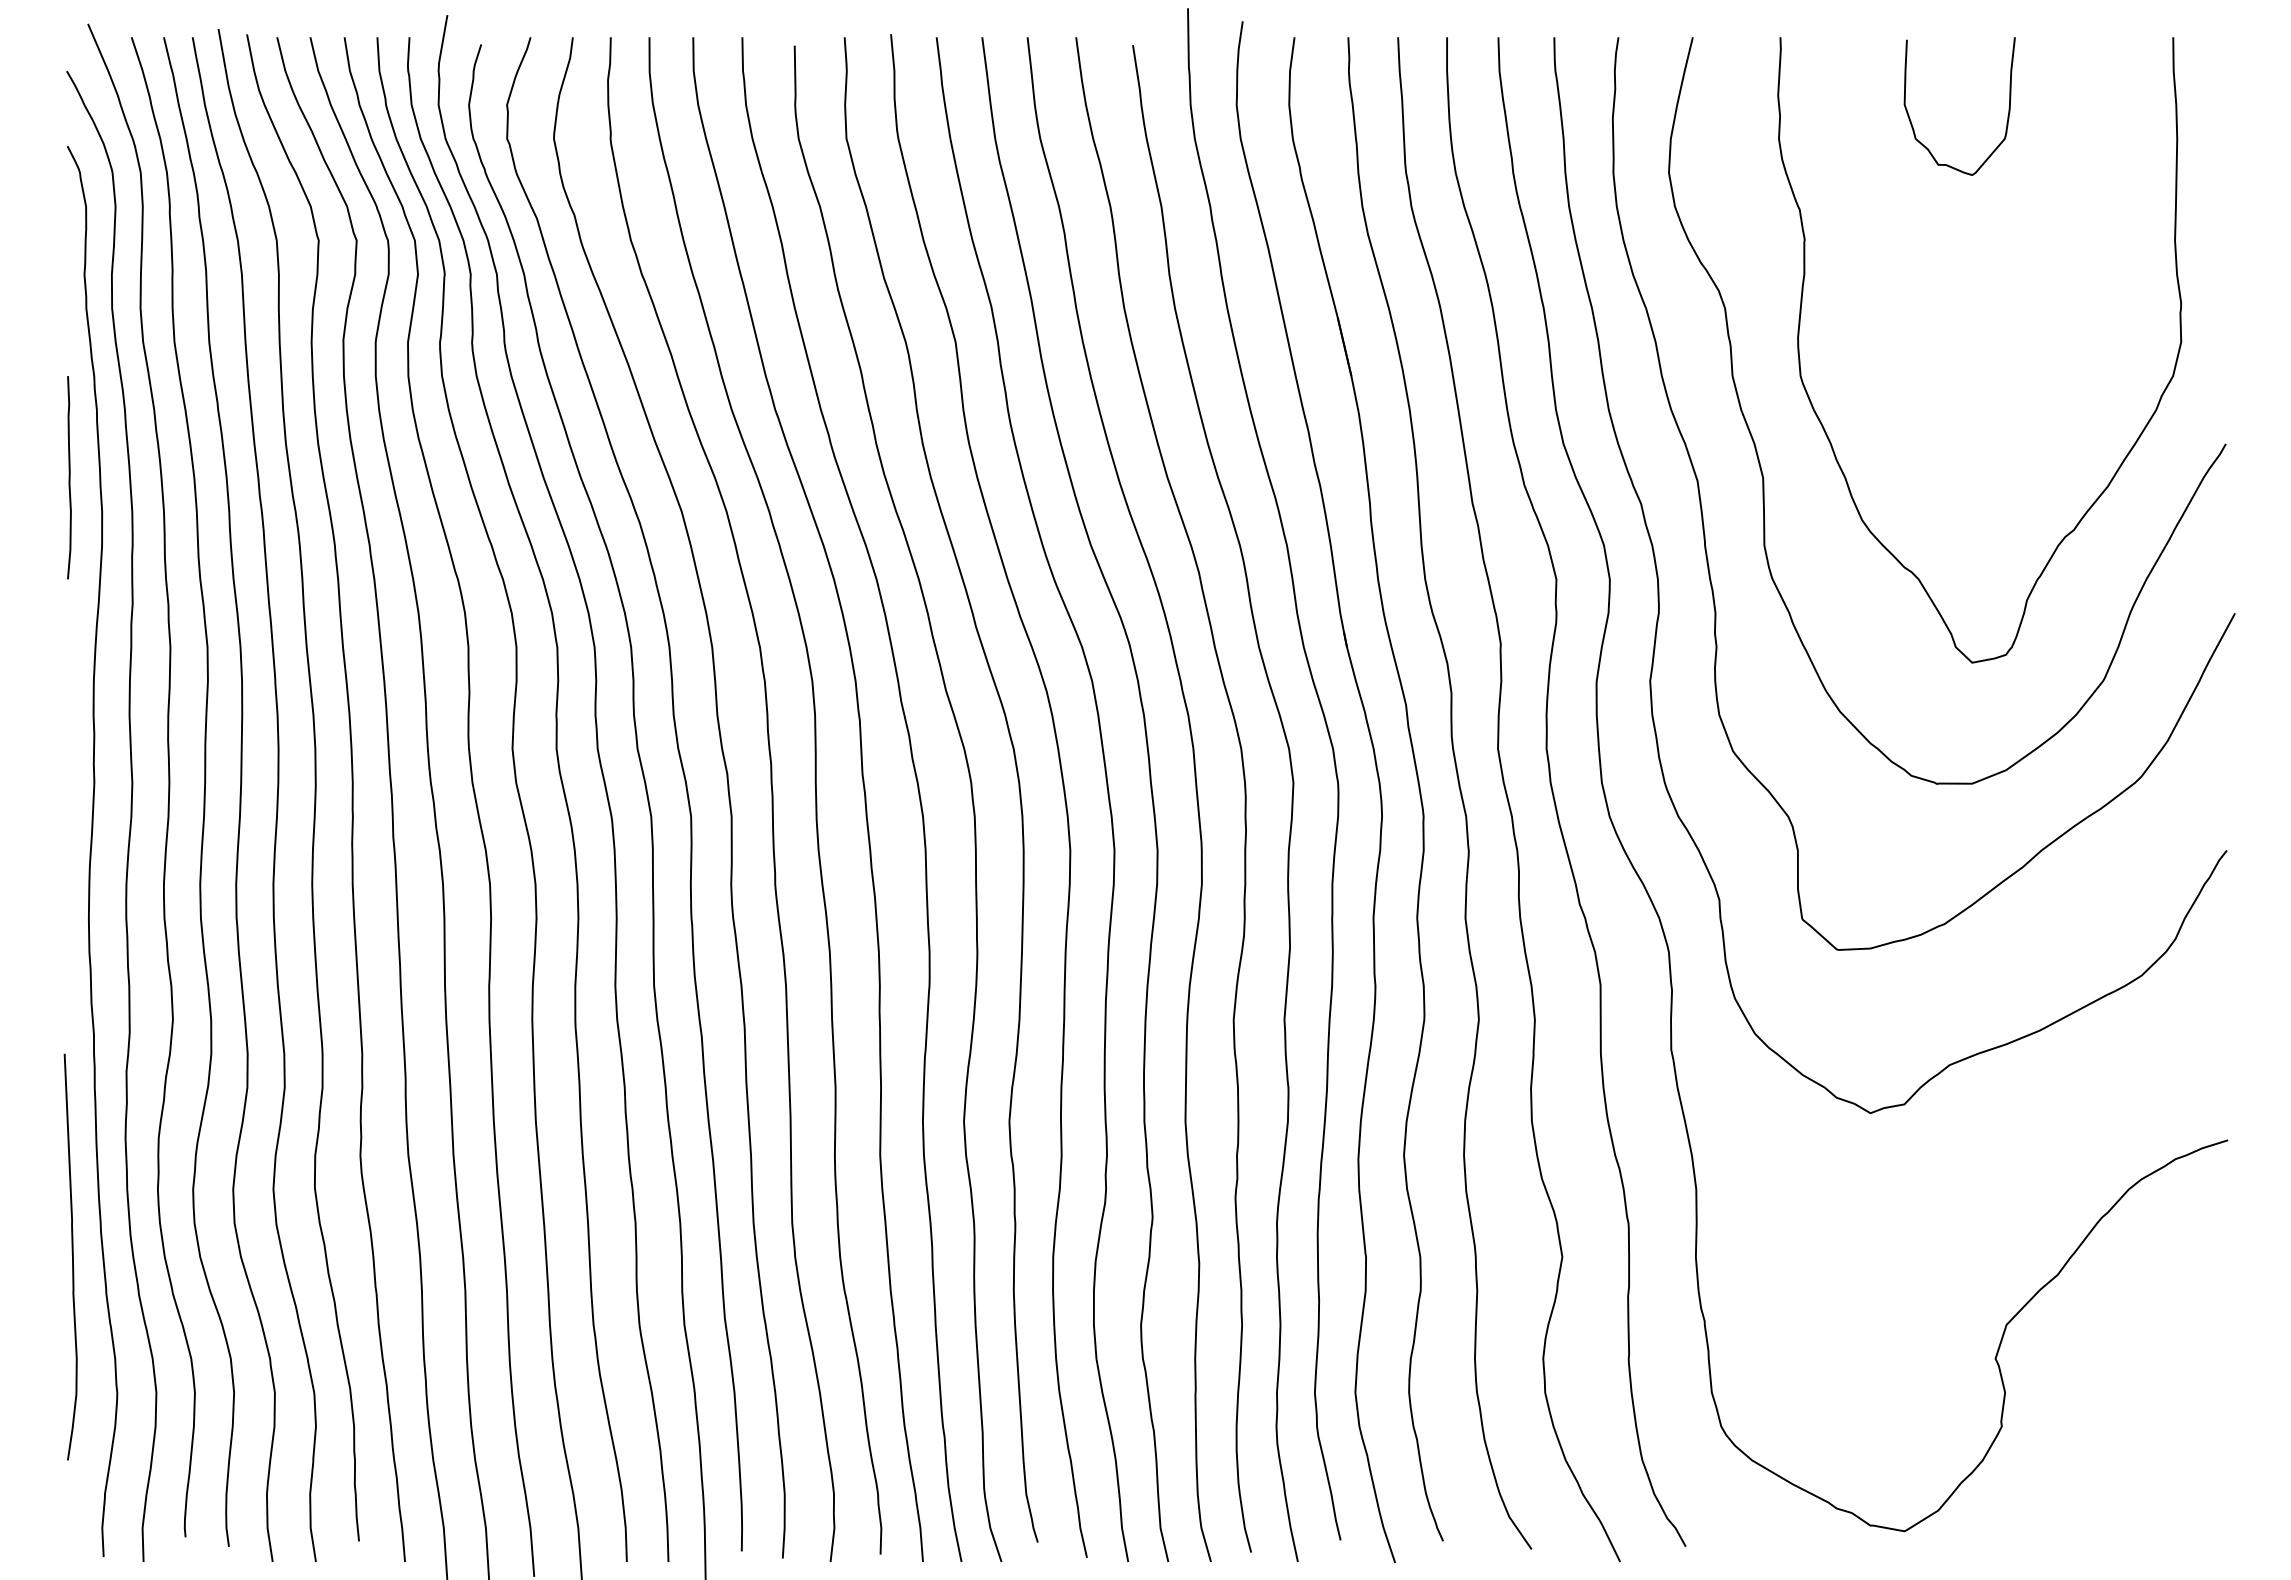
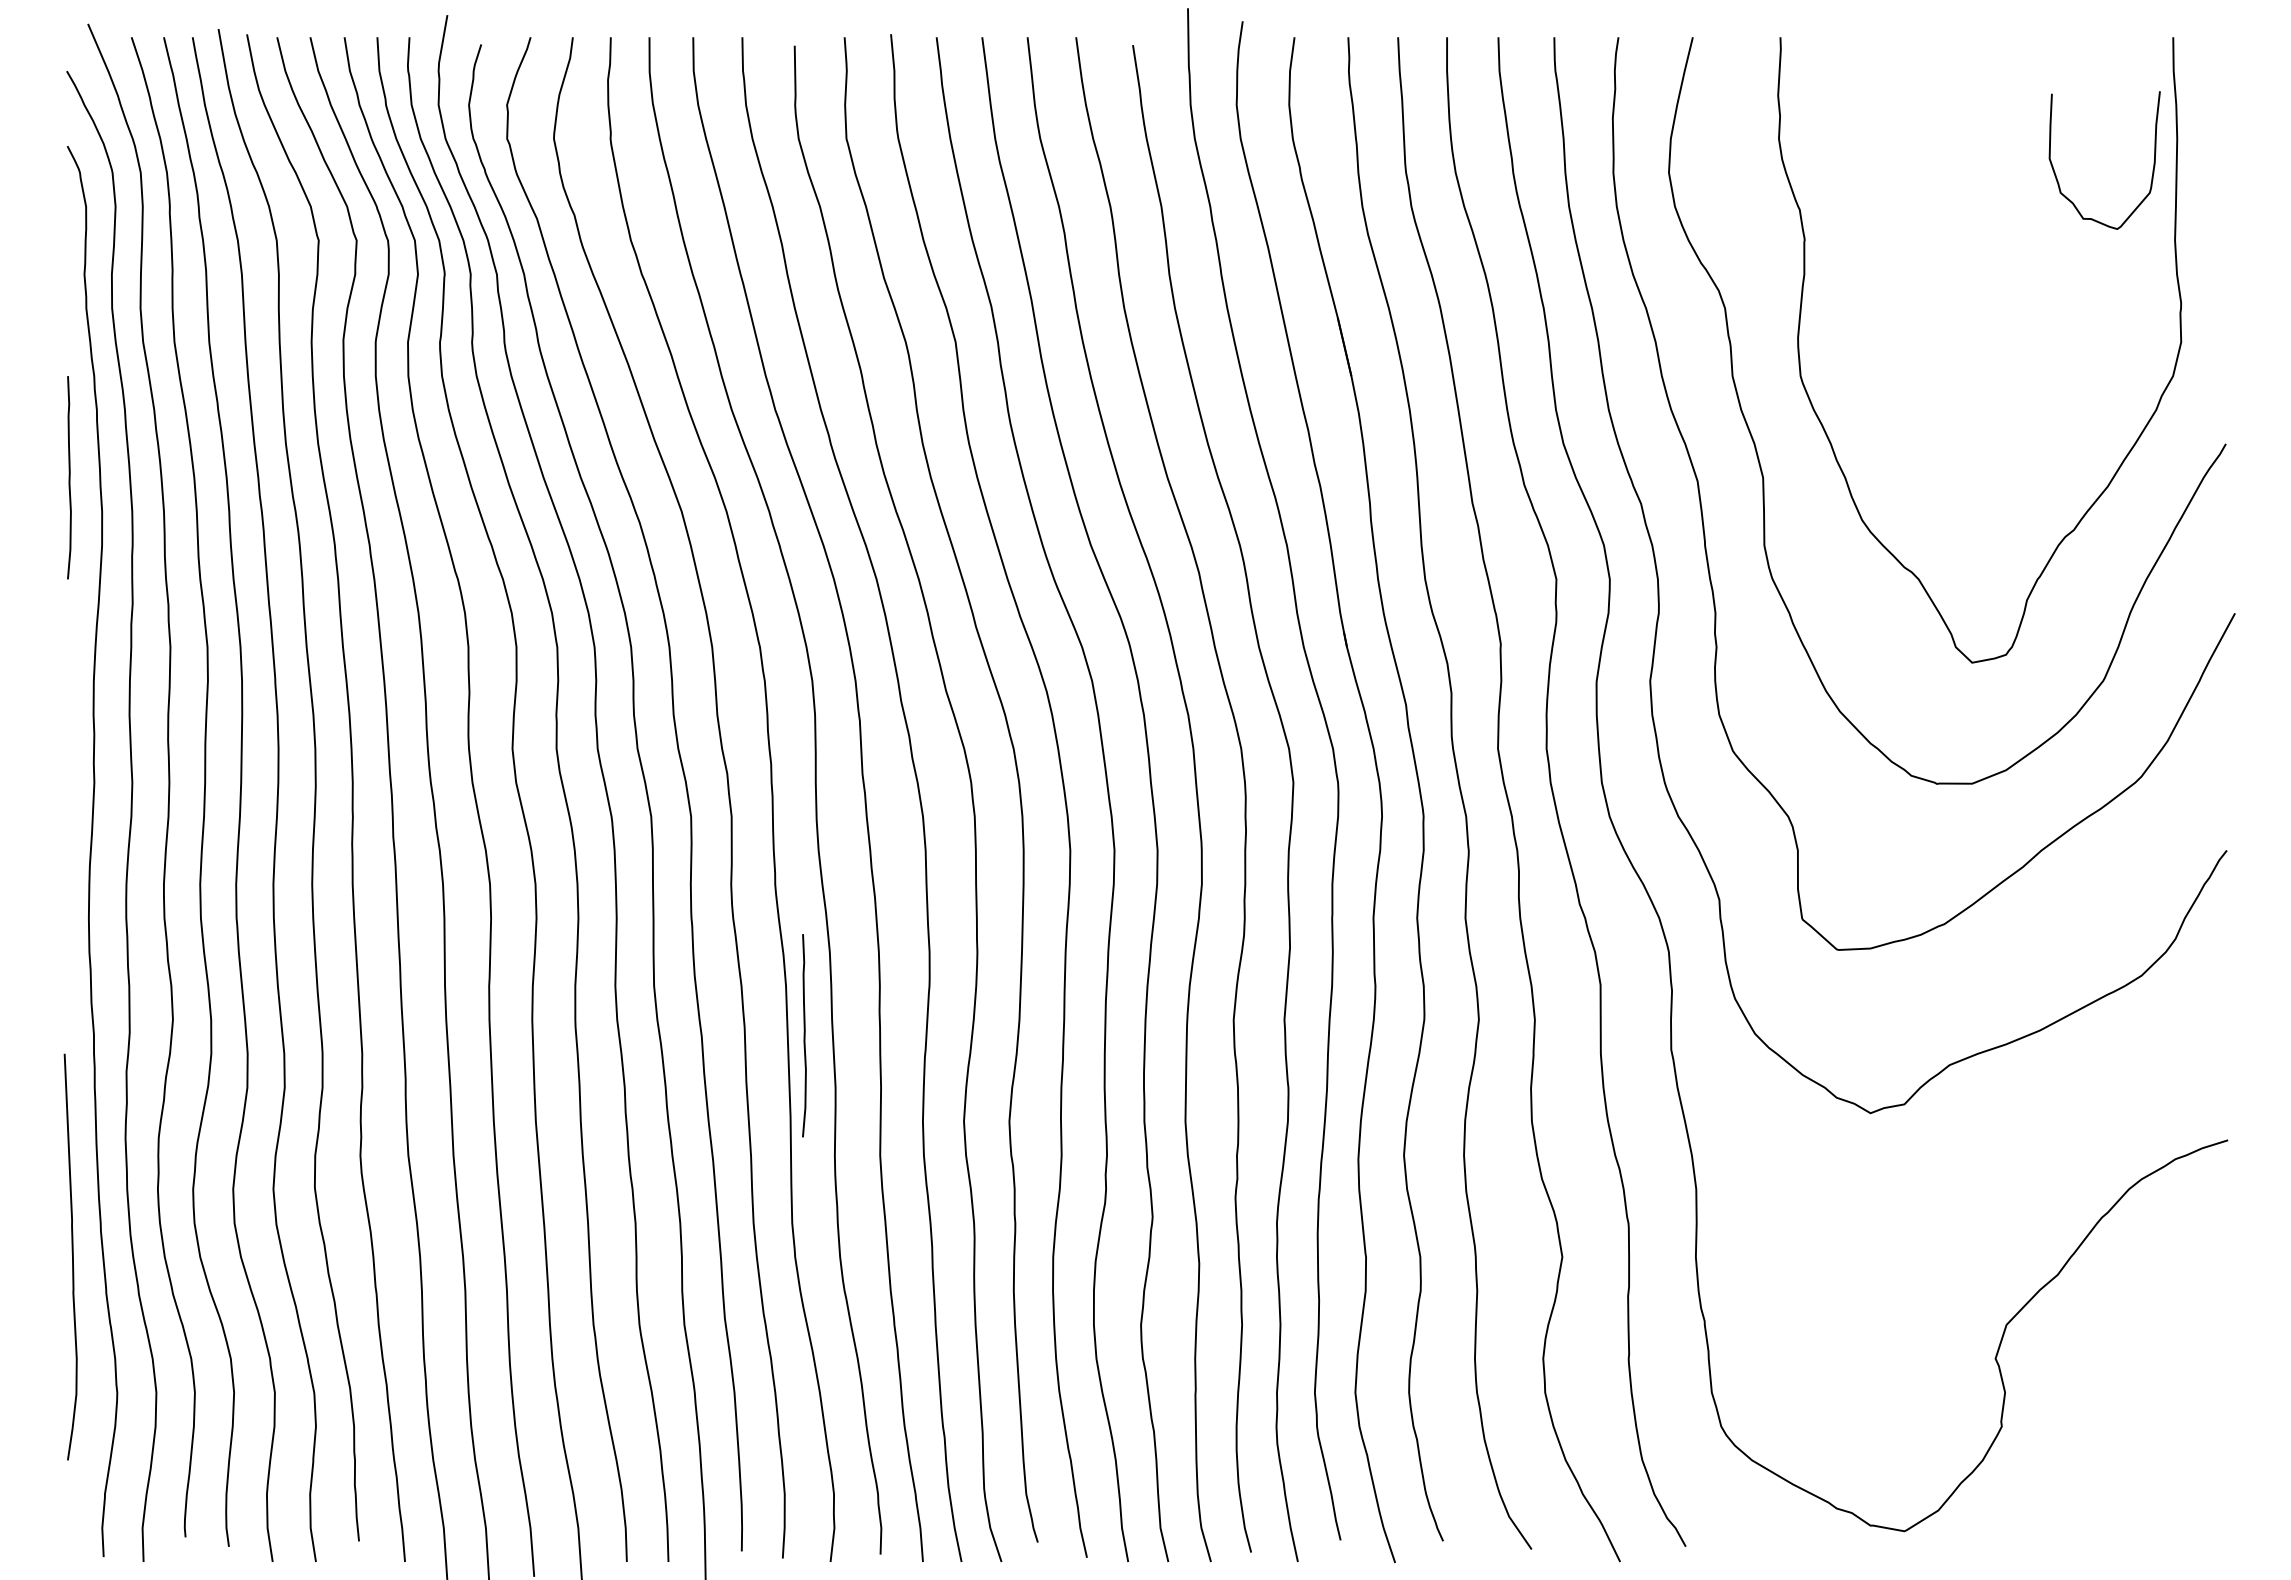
curve at (2007, 115) position: (2007, 115) -> (2152, 169)
curve at (804, 1035): none -> present
